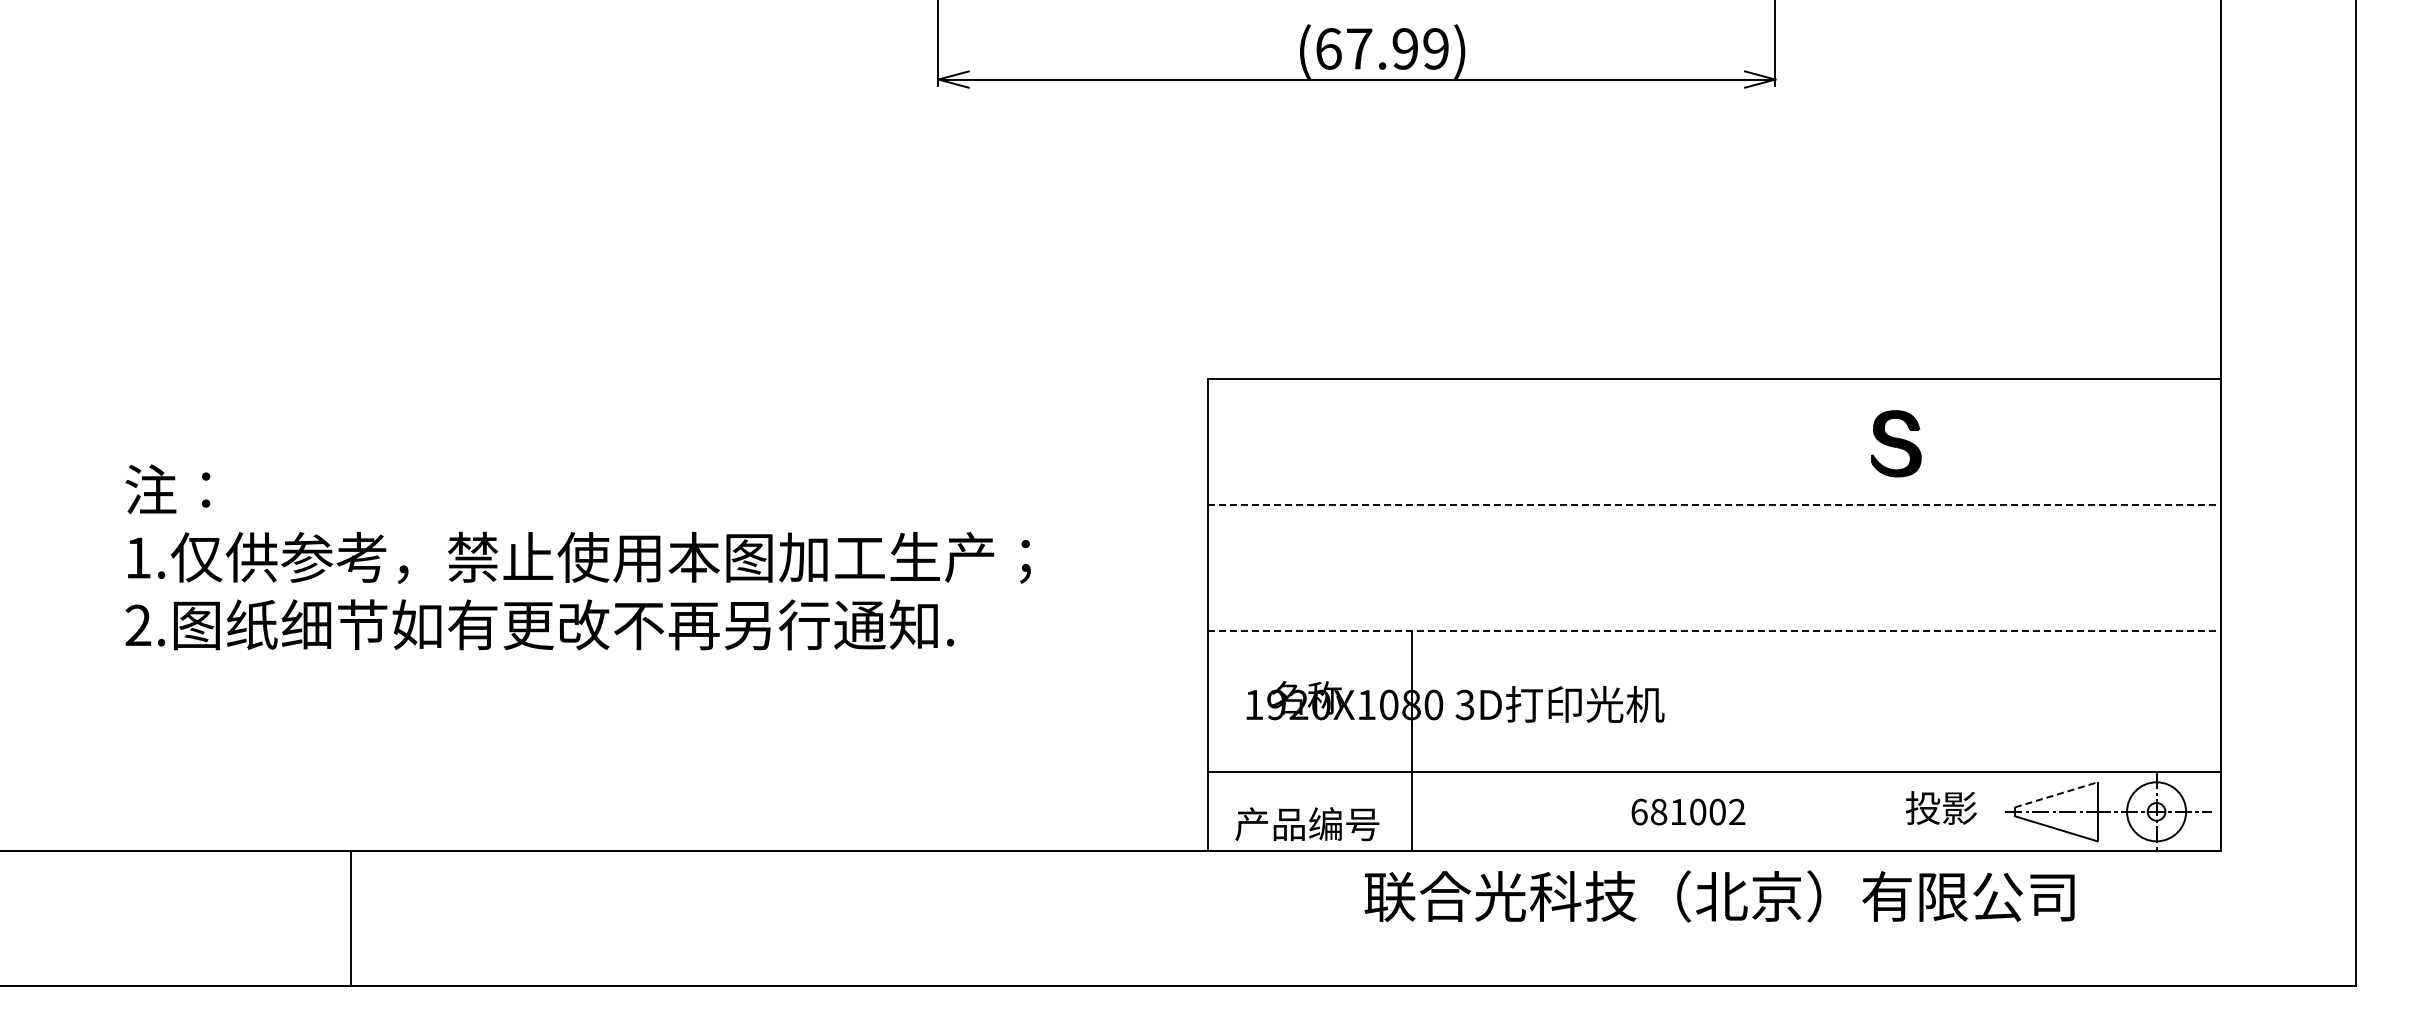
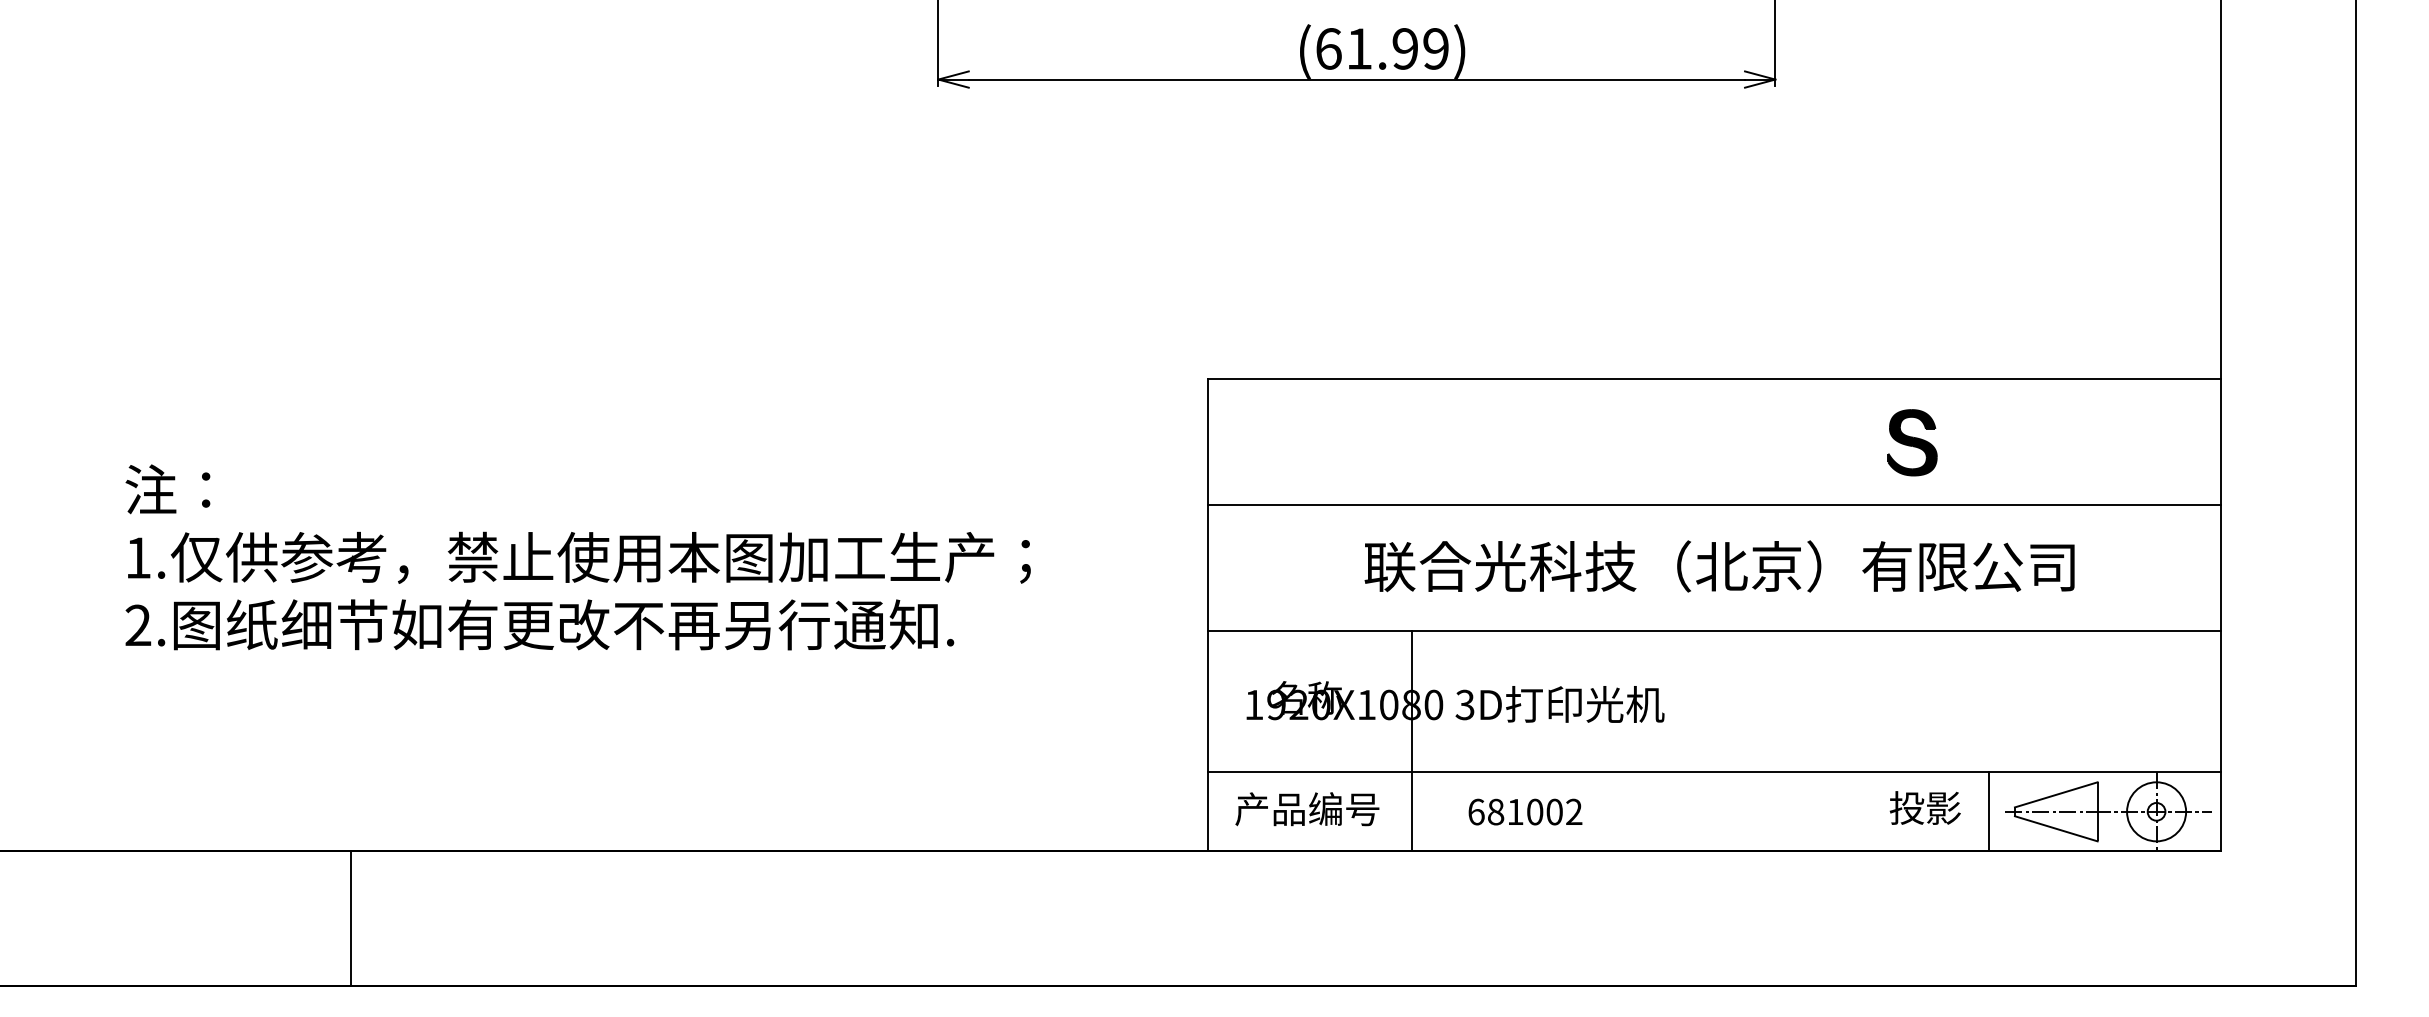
text at (1359, 48): (67.99) -> (61.99)
part at (1896, 443) position: (1896, 443) -> (1912, 442)
line at (1715, 504): dashed -> solid
line at (1715, 630): dashed -> solid
line at (2056, 794): dashed -> solid
text at (1940, 807) position: (1940, 807) -> (1924, 807)
text at (1688, 811) position: (1688, 811) -> (1525, 811)
line at (1989, 811): none -> present
text at (1307, 824) position: (1307, 824) -> (1307, 809)
text at (1719, 896) position: (1719, 896) -> (1719, 566)
